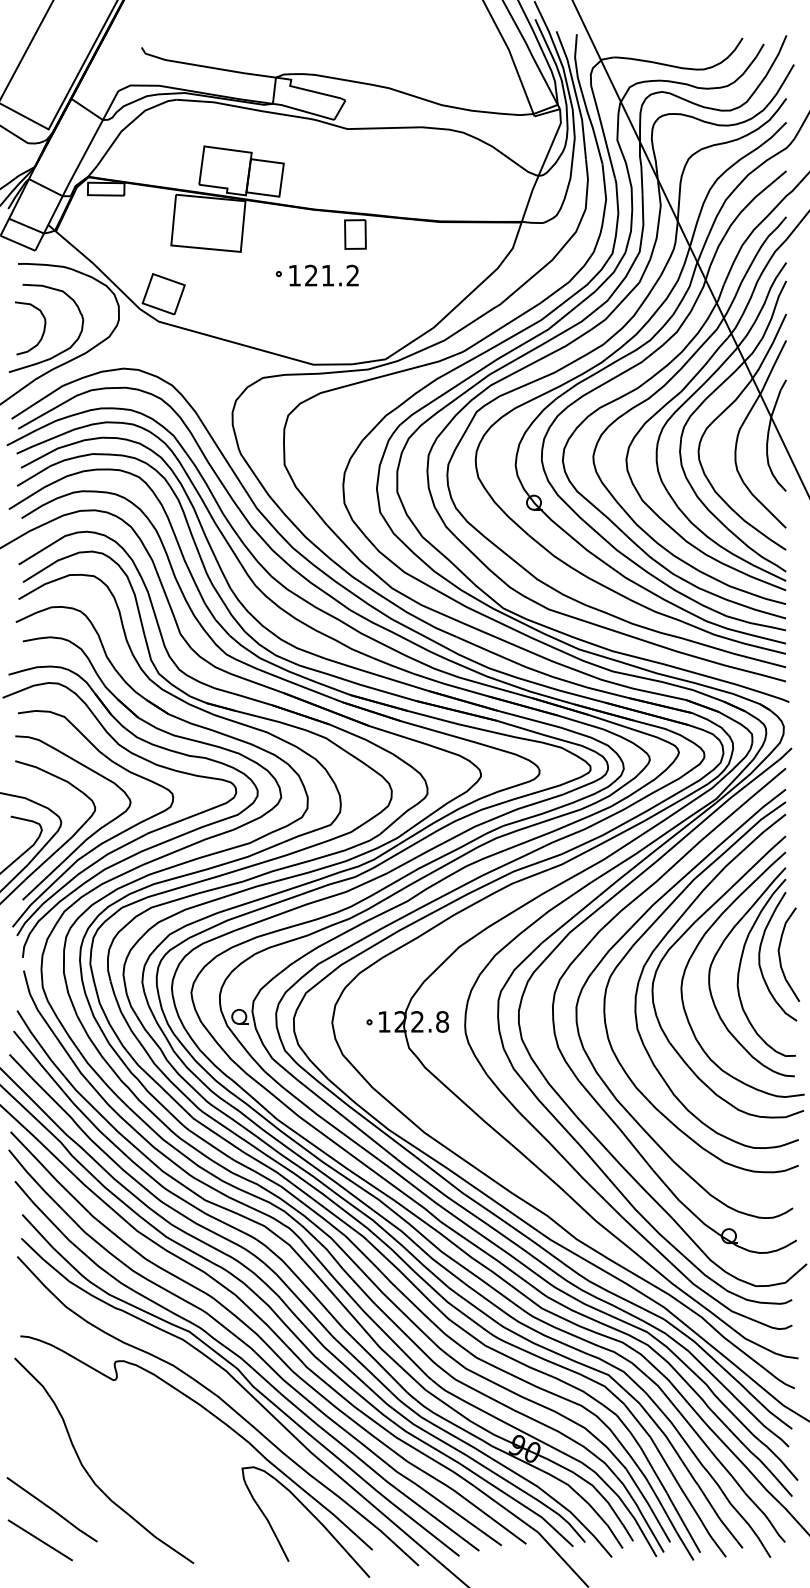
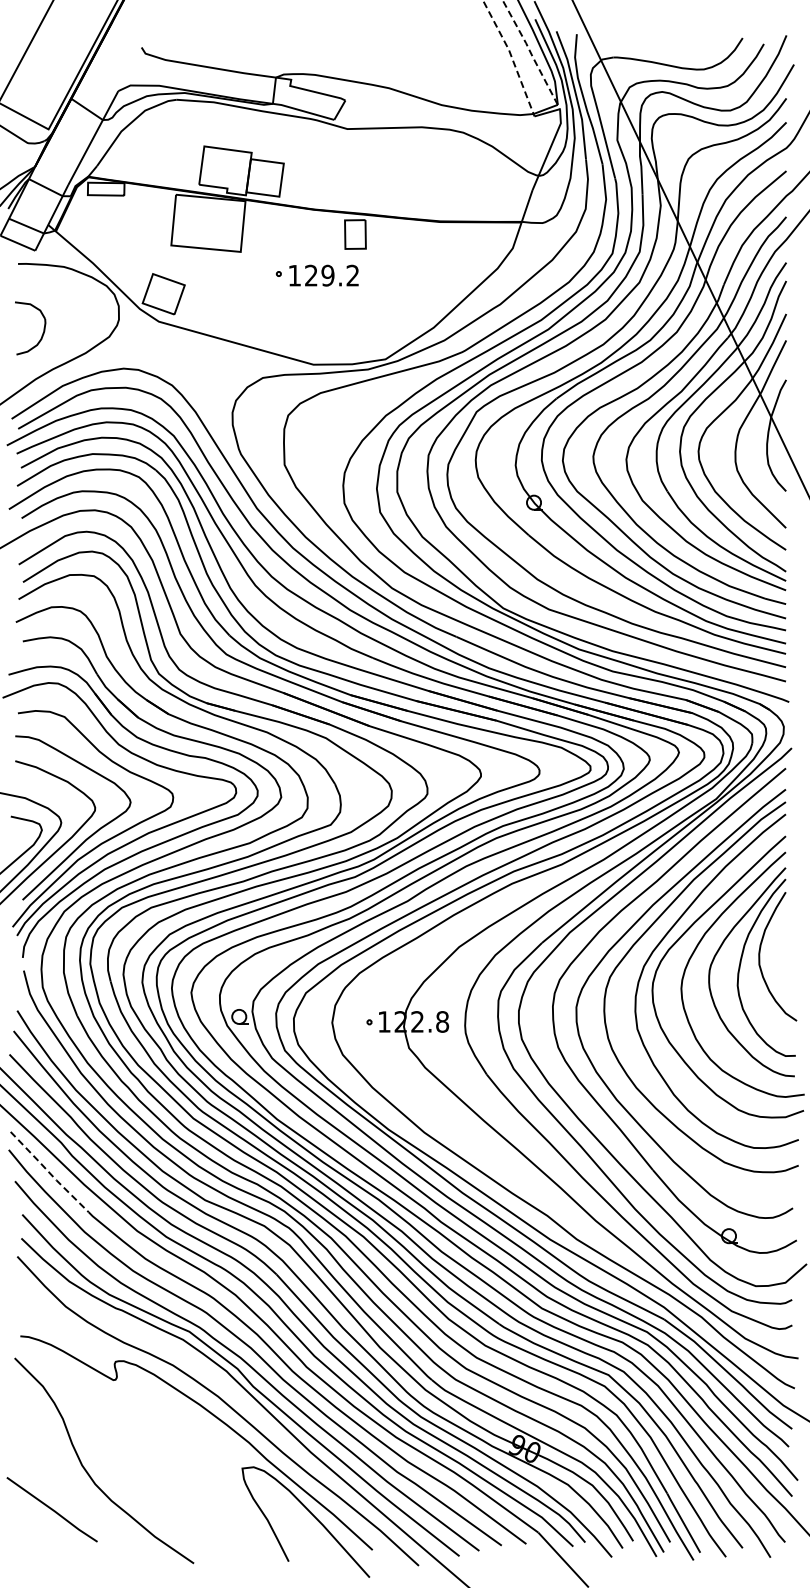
line at (531, 54): solid -> dashed
line at (511, 57): solid -> dashed
text at (327, 275): 121.2 -> 129.2
part at (59, 352): present -> none
curve at (780, 954): present -> none
line at (49, 1172): solid -> dashed
line at (39, 1540): present -> none
